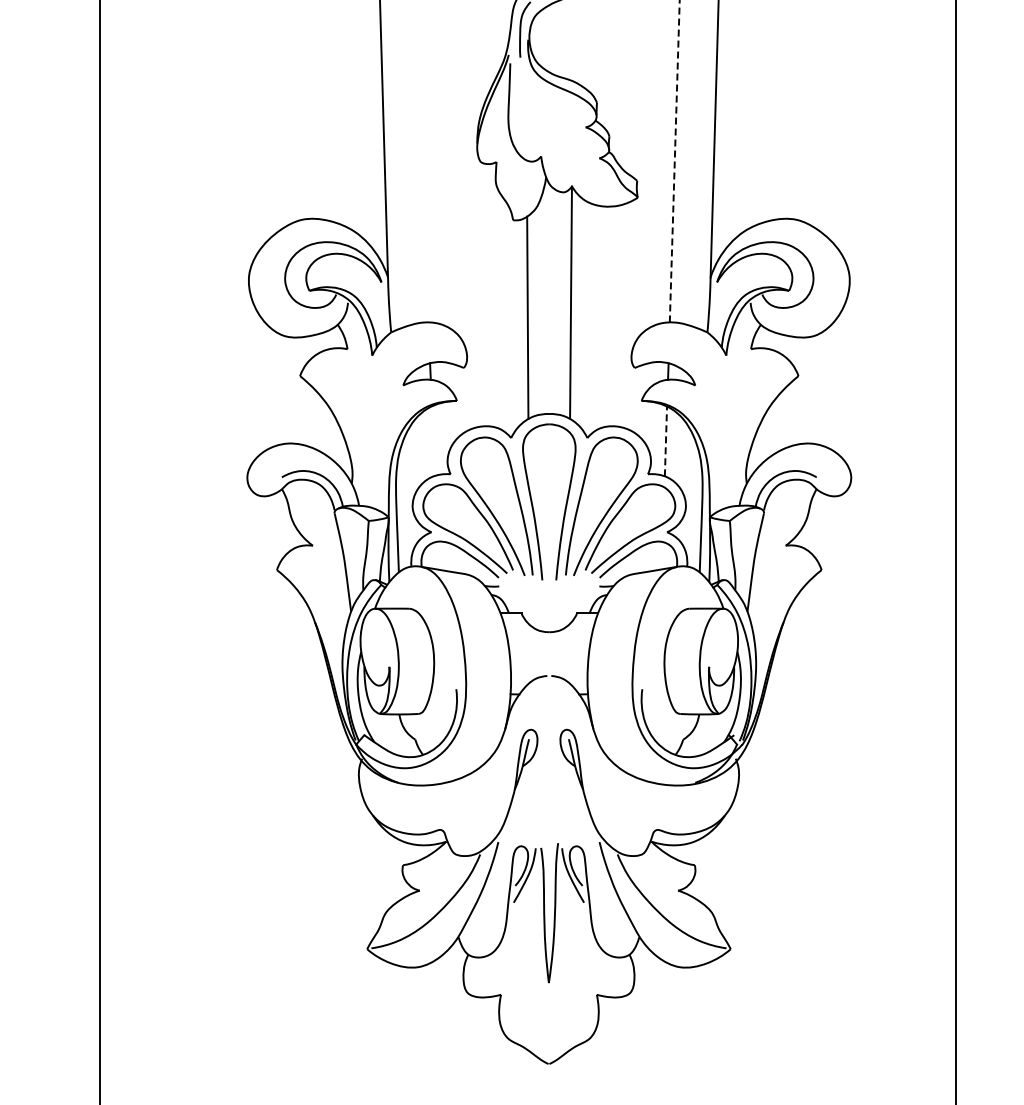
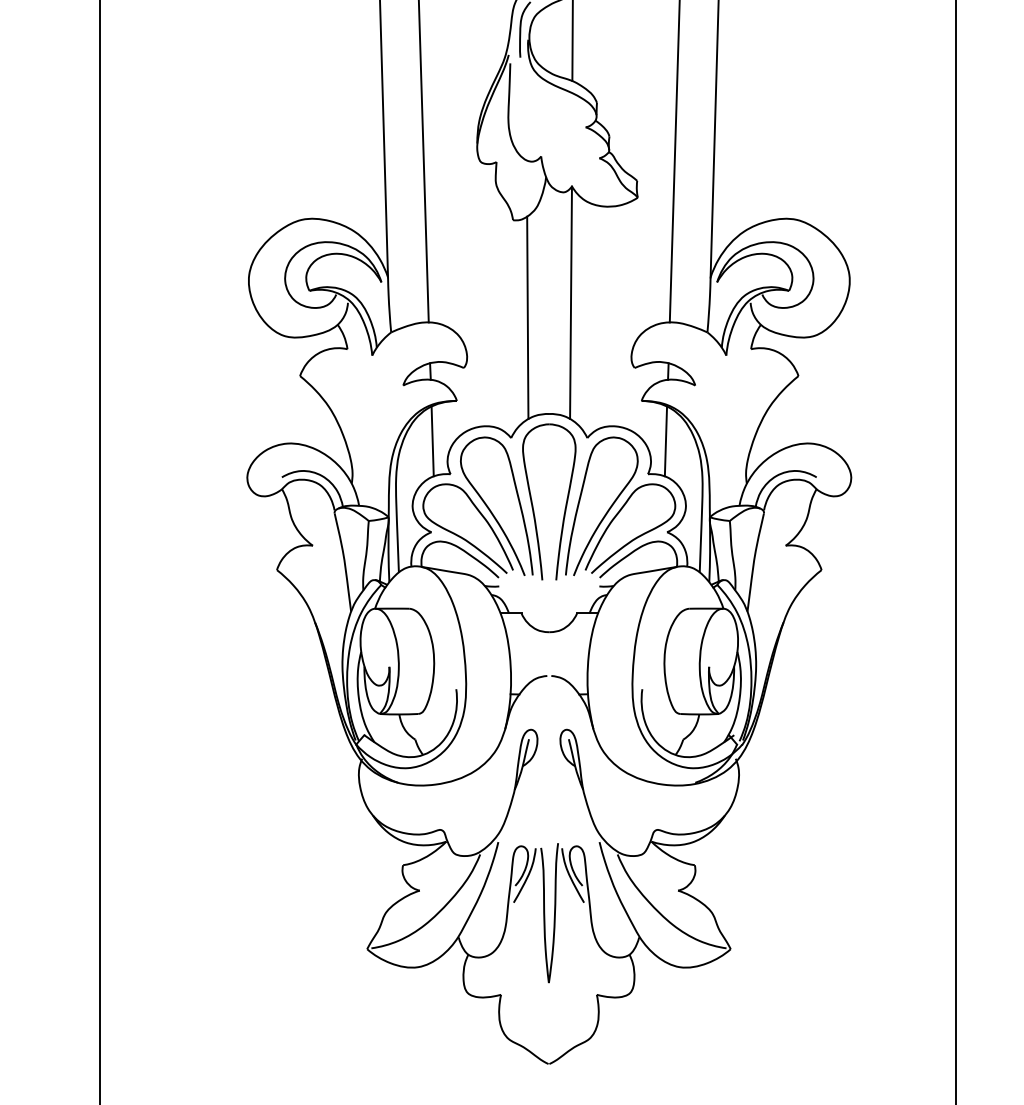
line at (572, 41): none -> present
line at (674, 161): dashed -> solid
line at (423, 162): none -> present
line at (432, 441): none -> present
line at (665, 441): dashed -> solid
